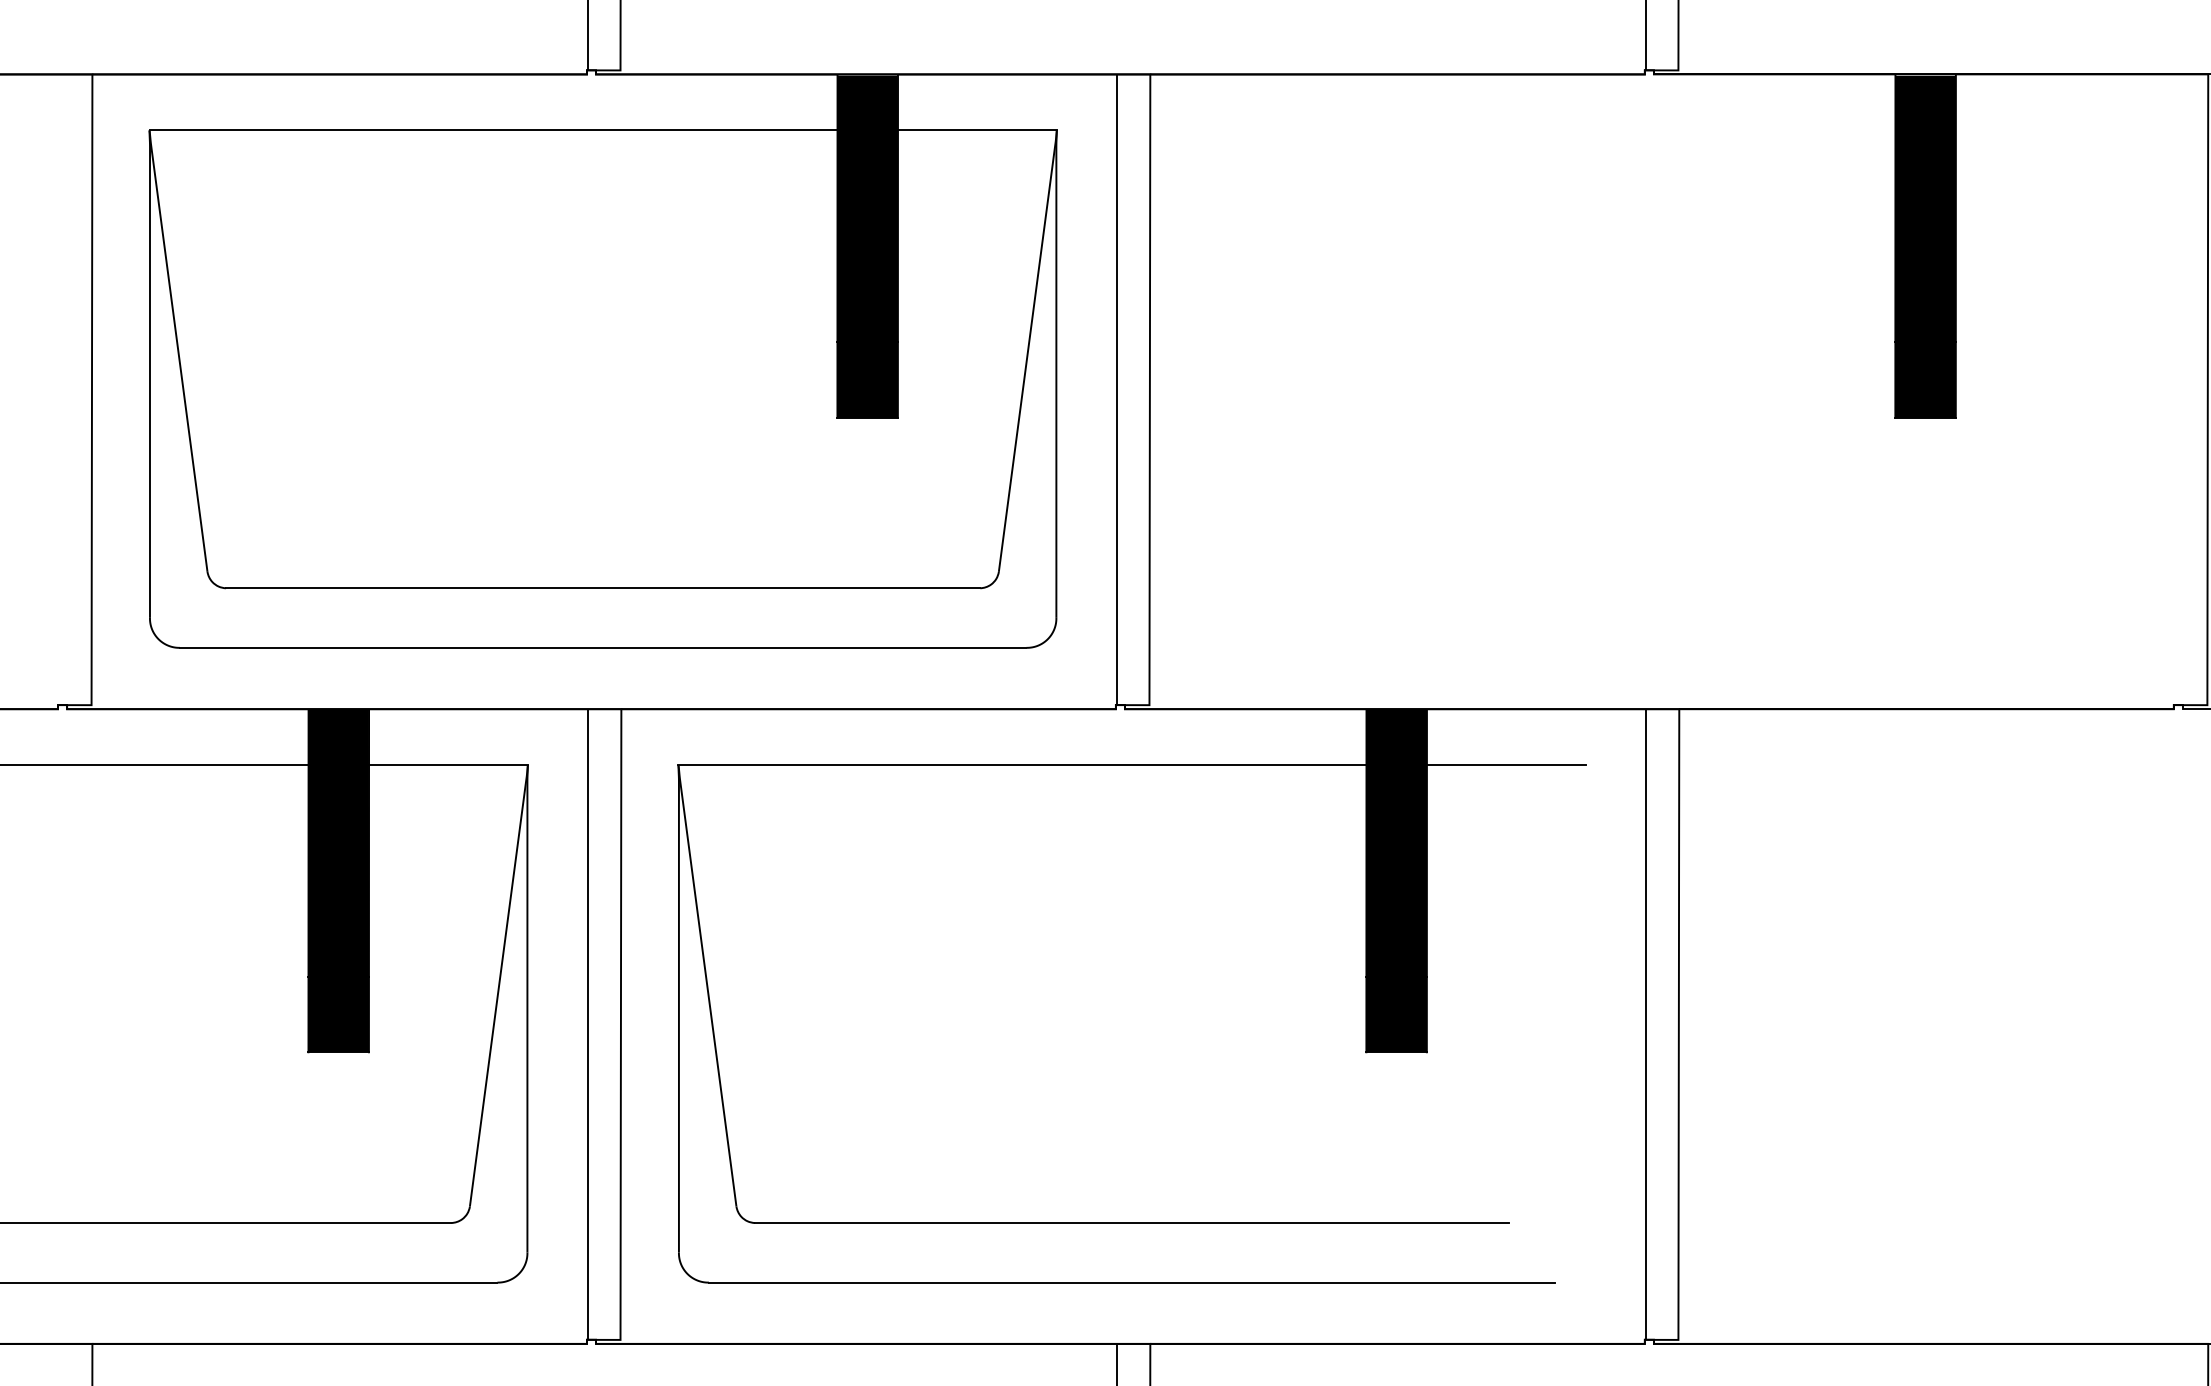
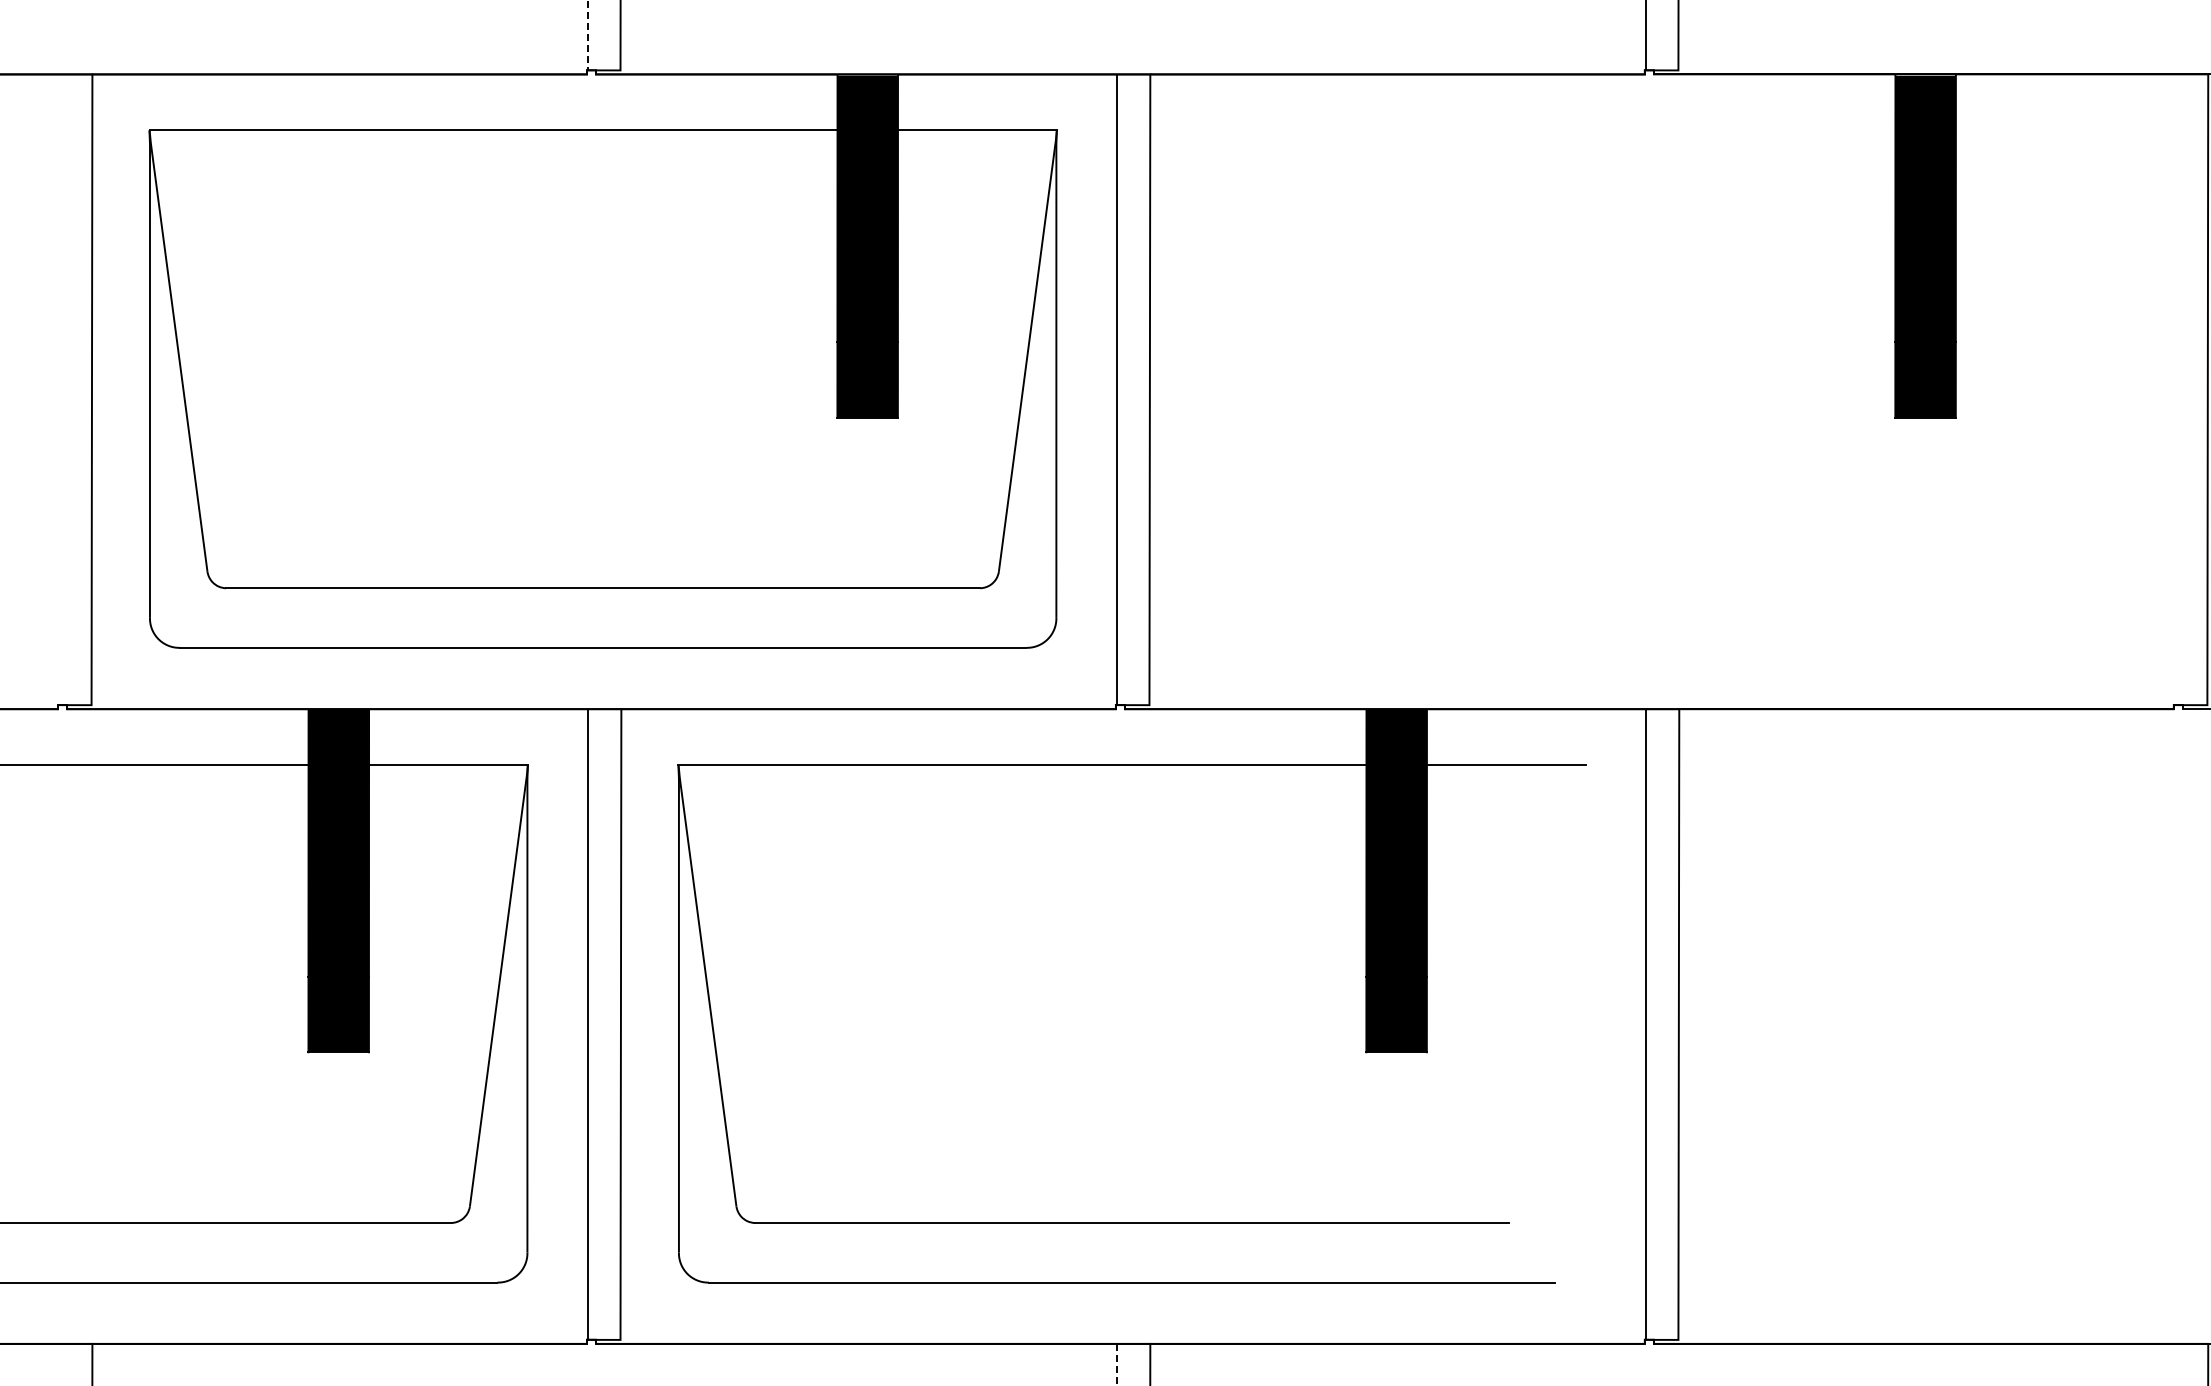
line at (587, 35): solid -> dashed
line at (1116, 1364): solid -> dashed
